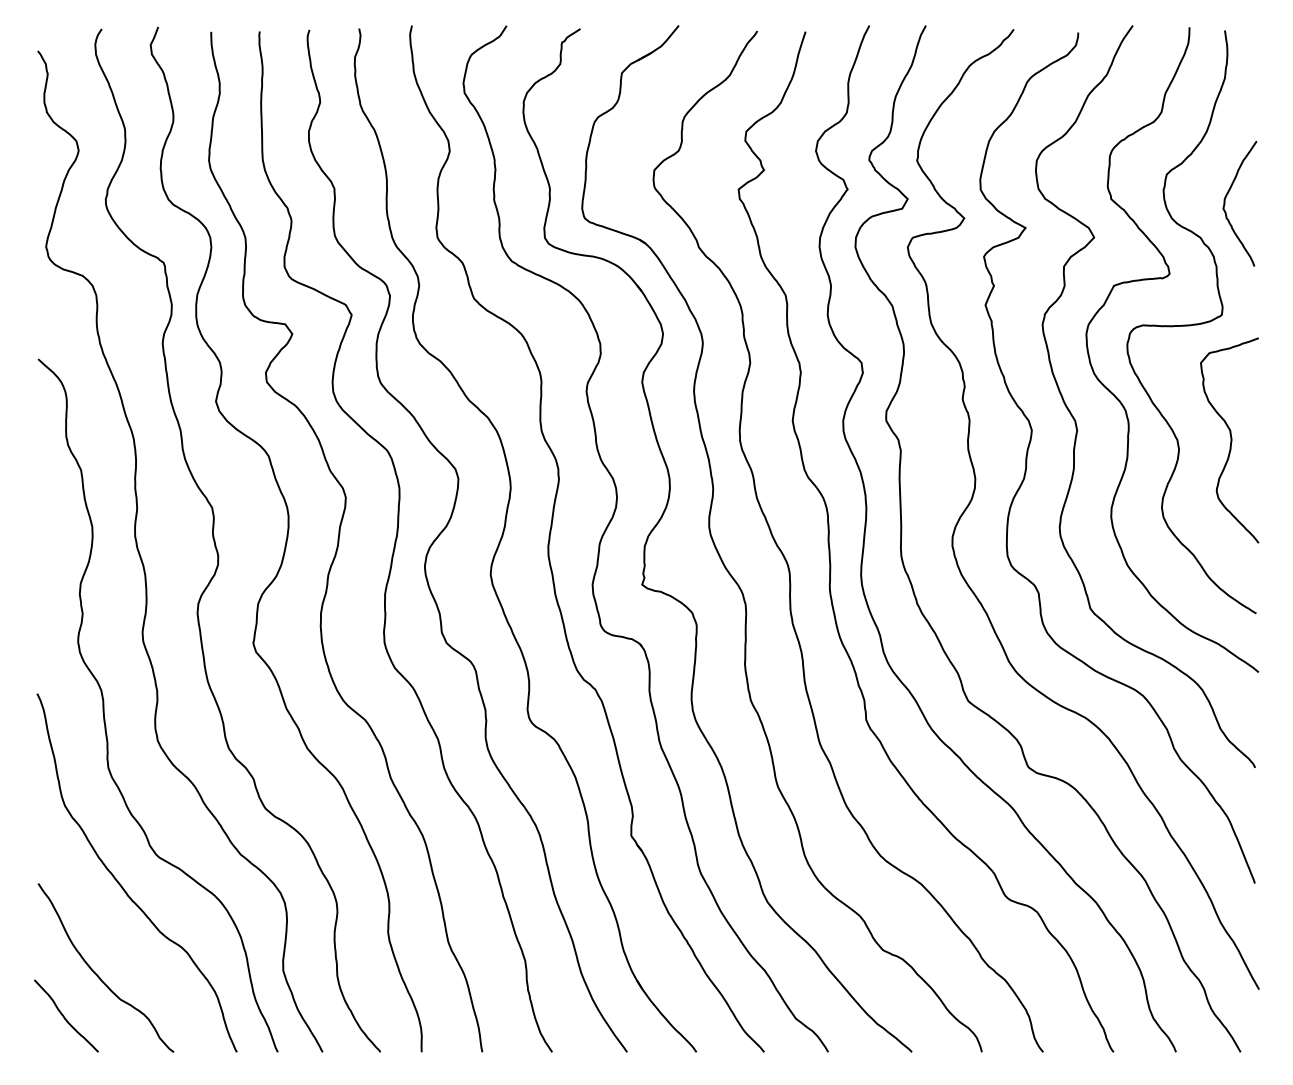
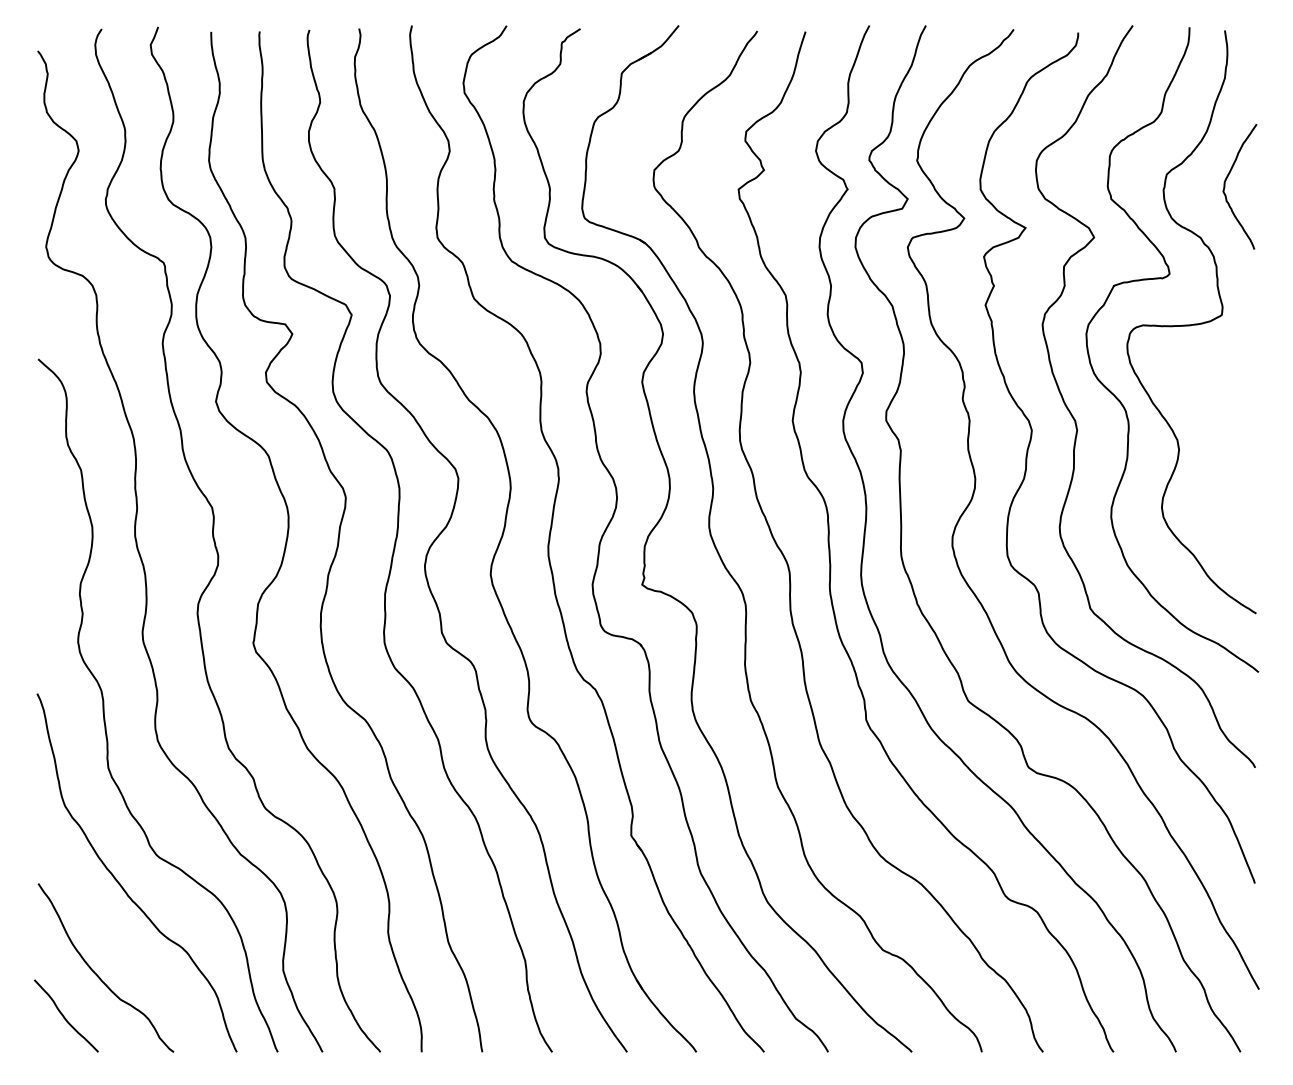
curve at (1225, 203) position: (1225, 203) -> (1225, 186)
curve at (1230, 440): present -> none
